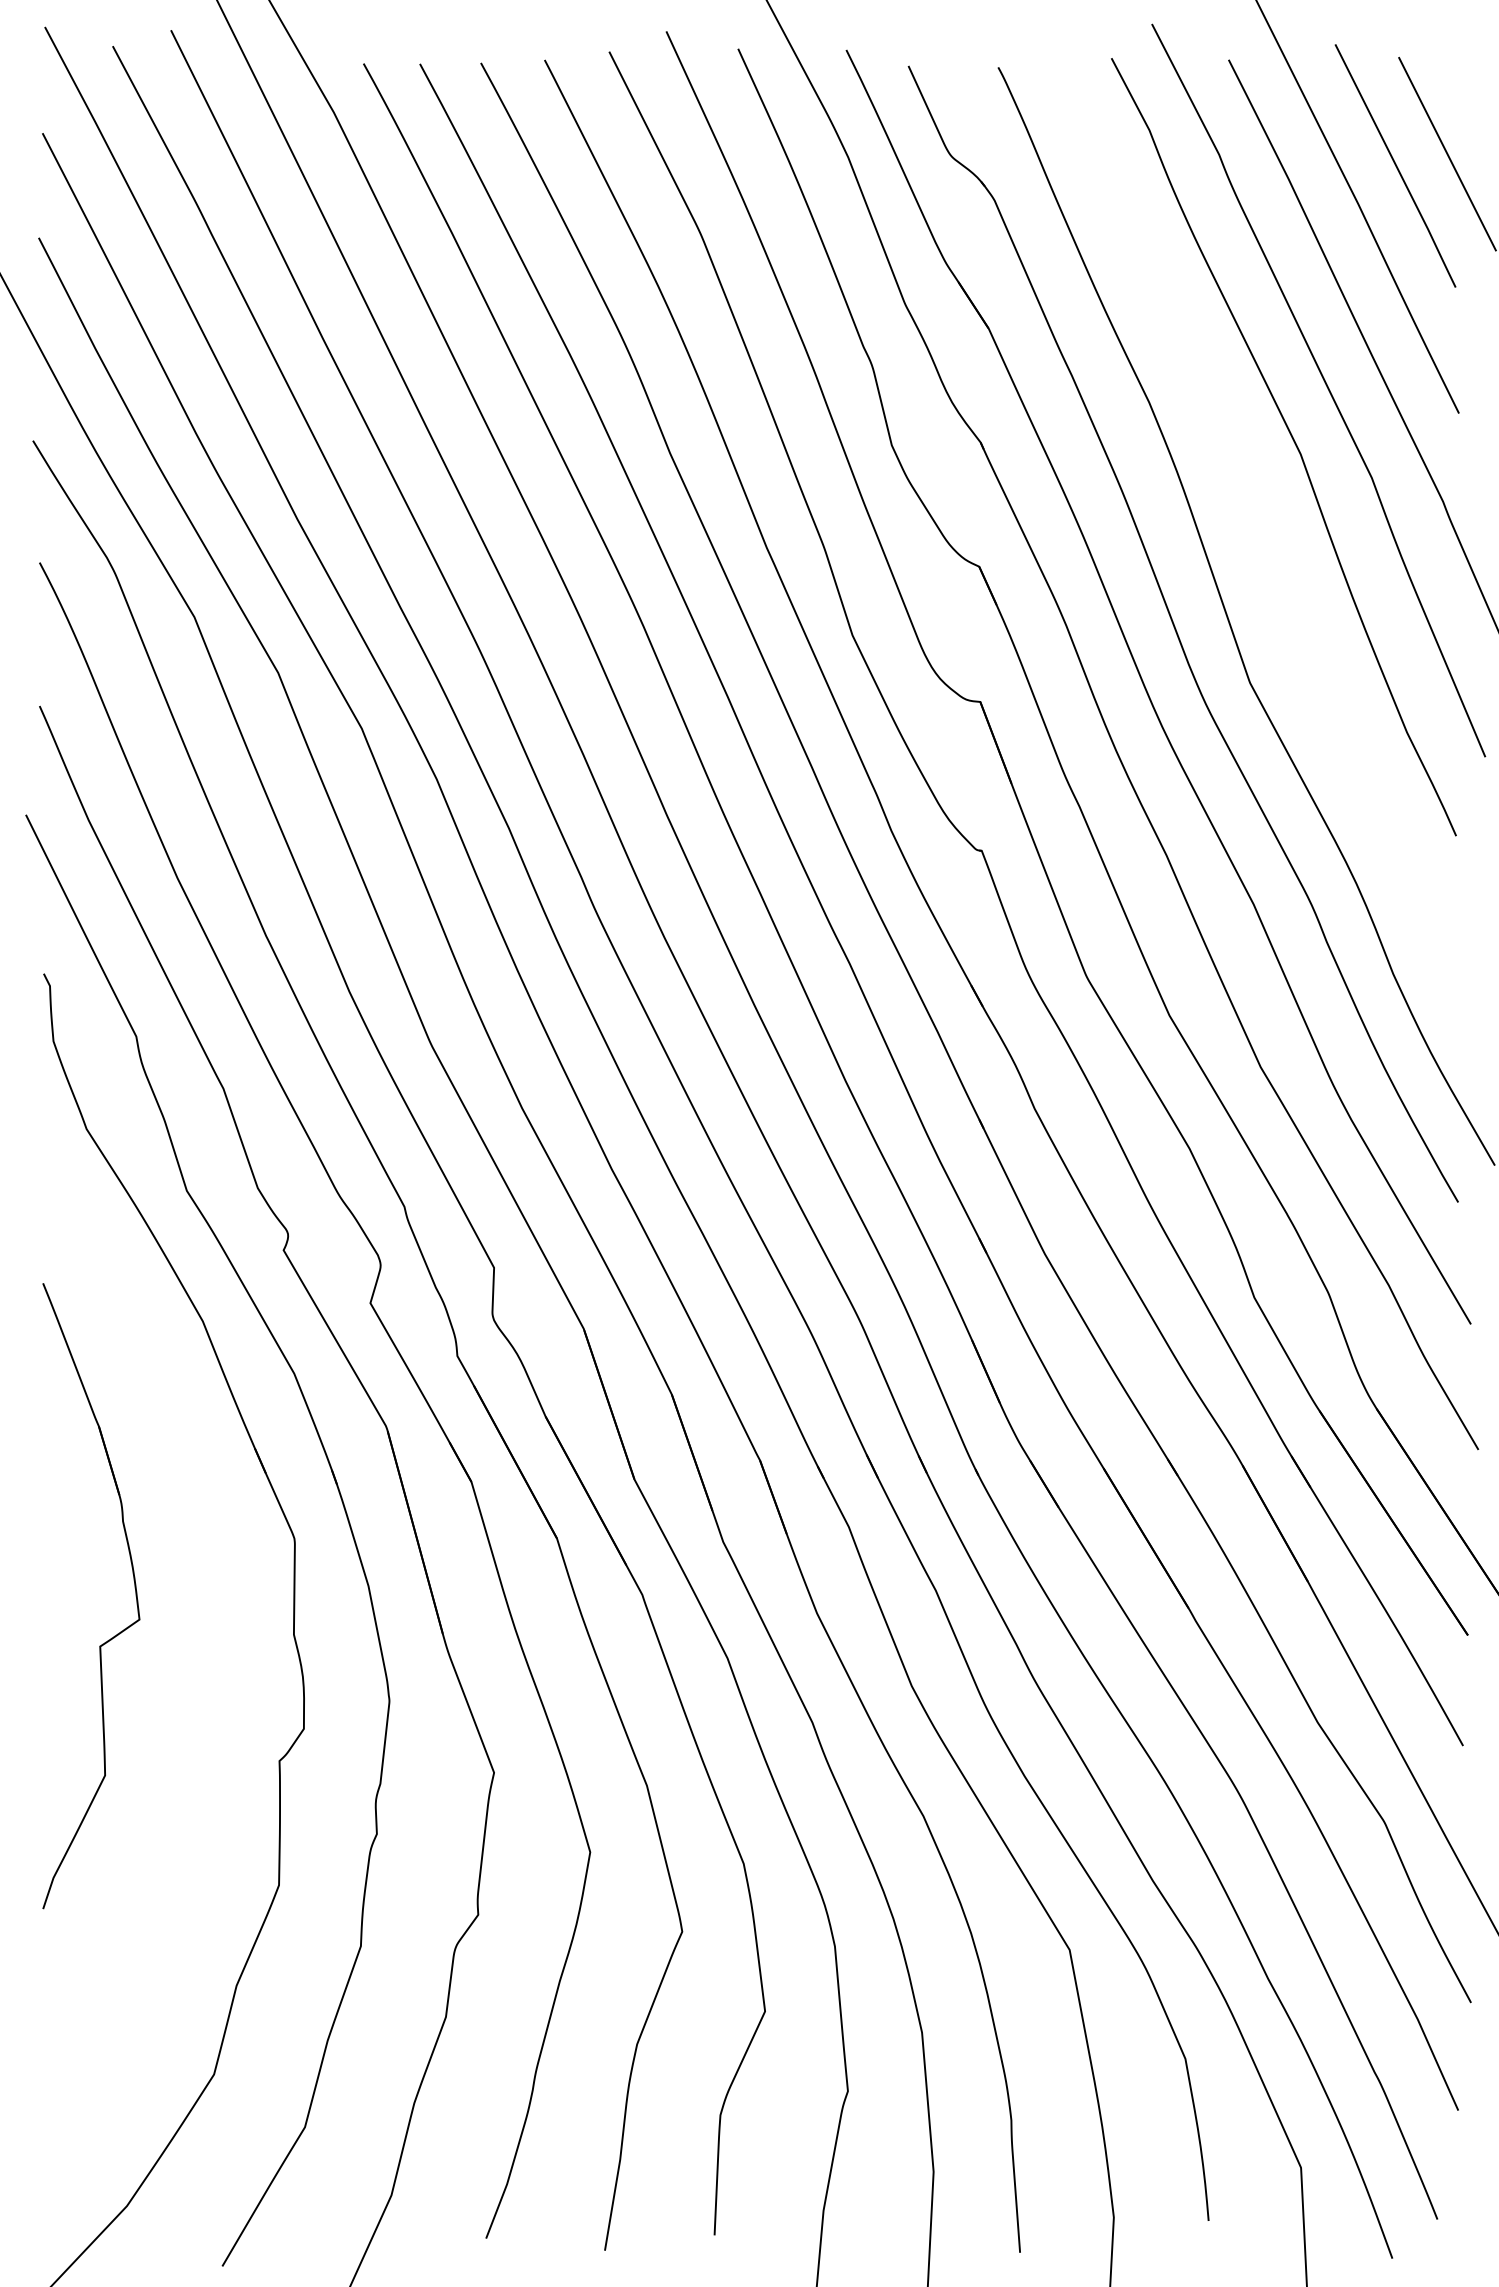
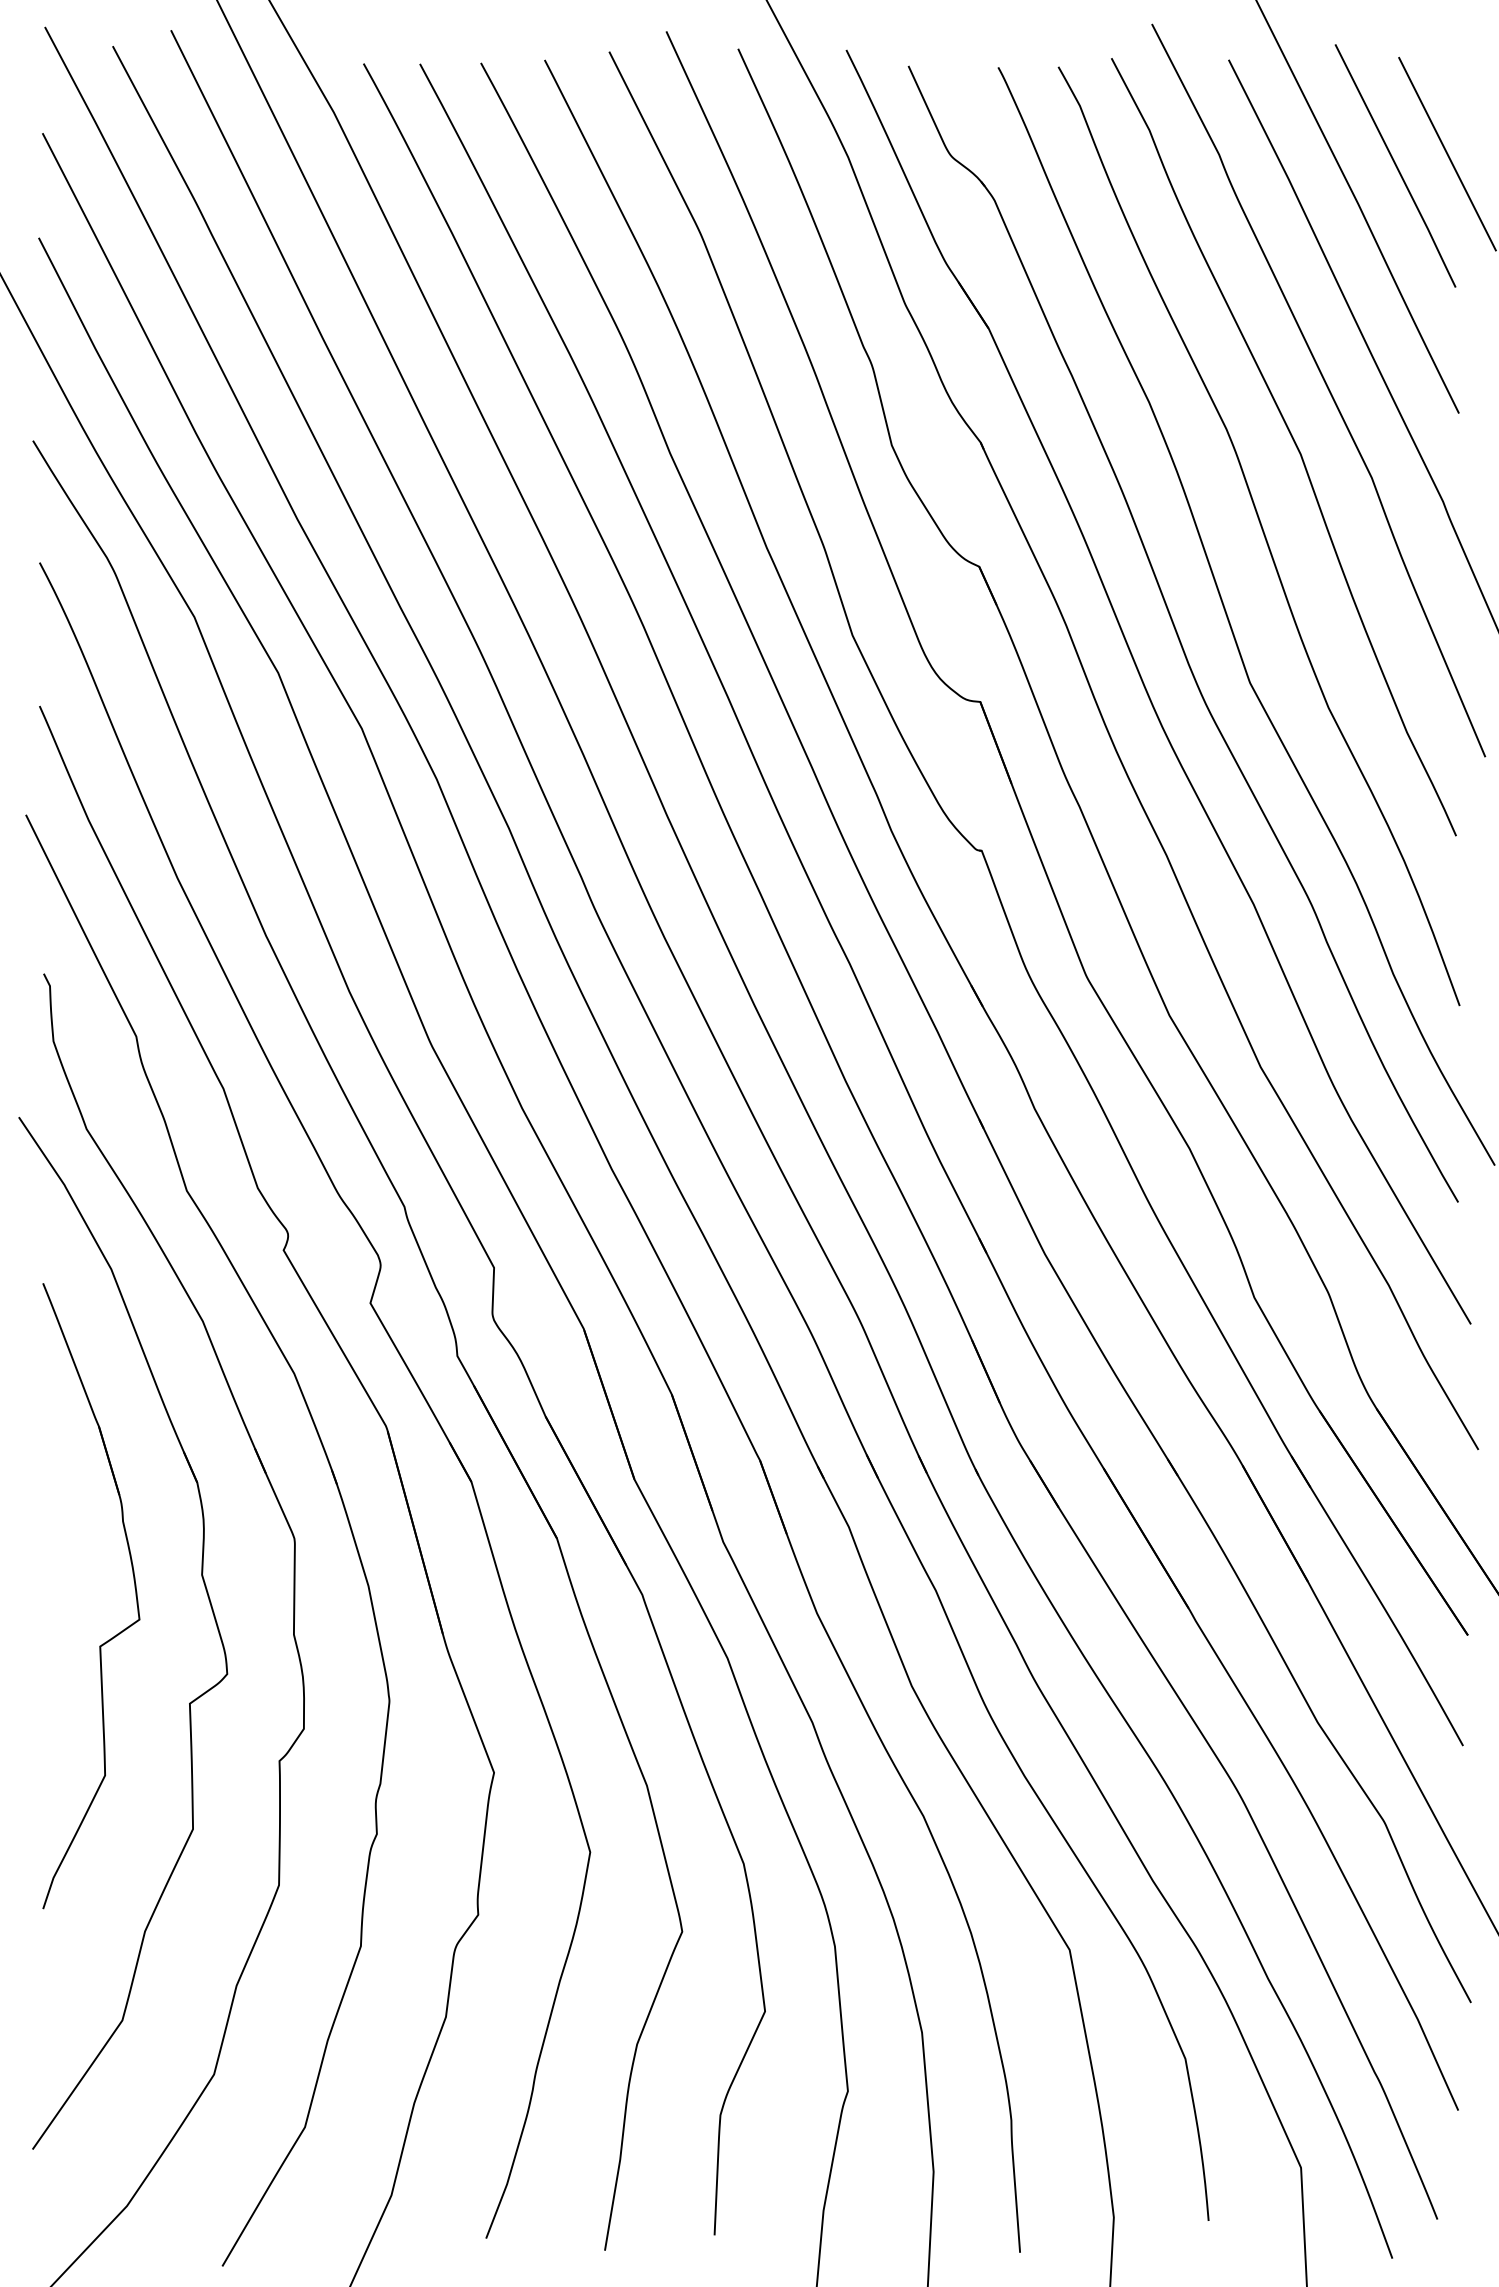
curve at (1263, 535): none -> present
part at (211, 1610): none -> present
